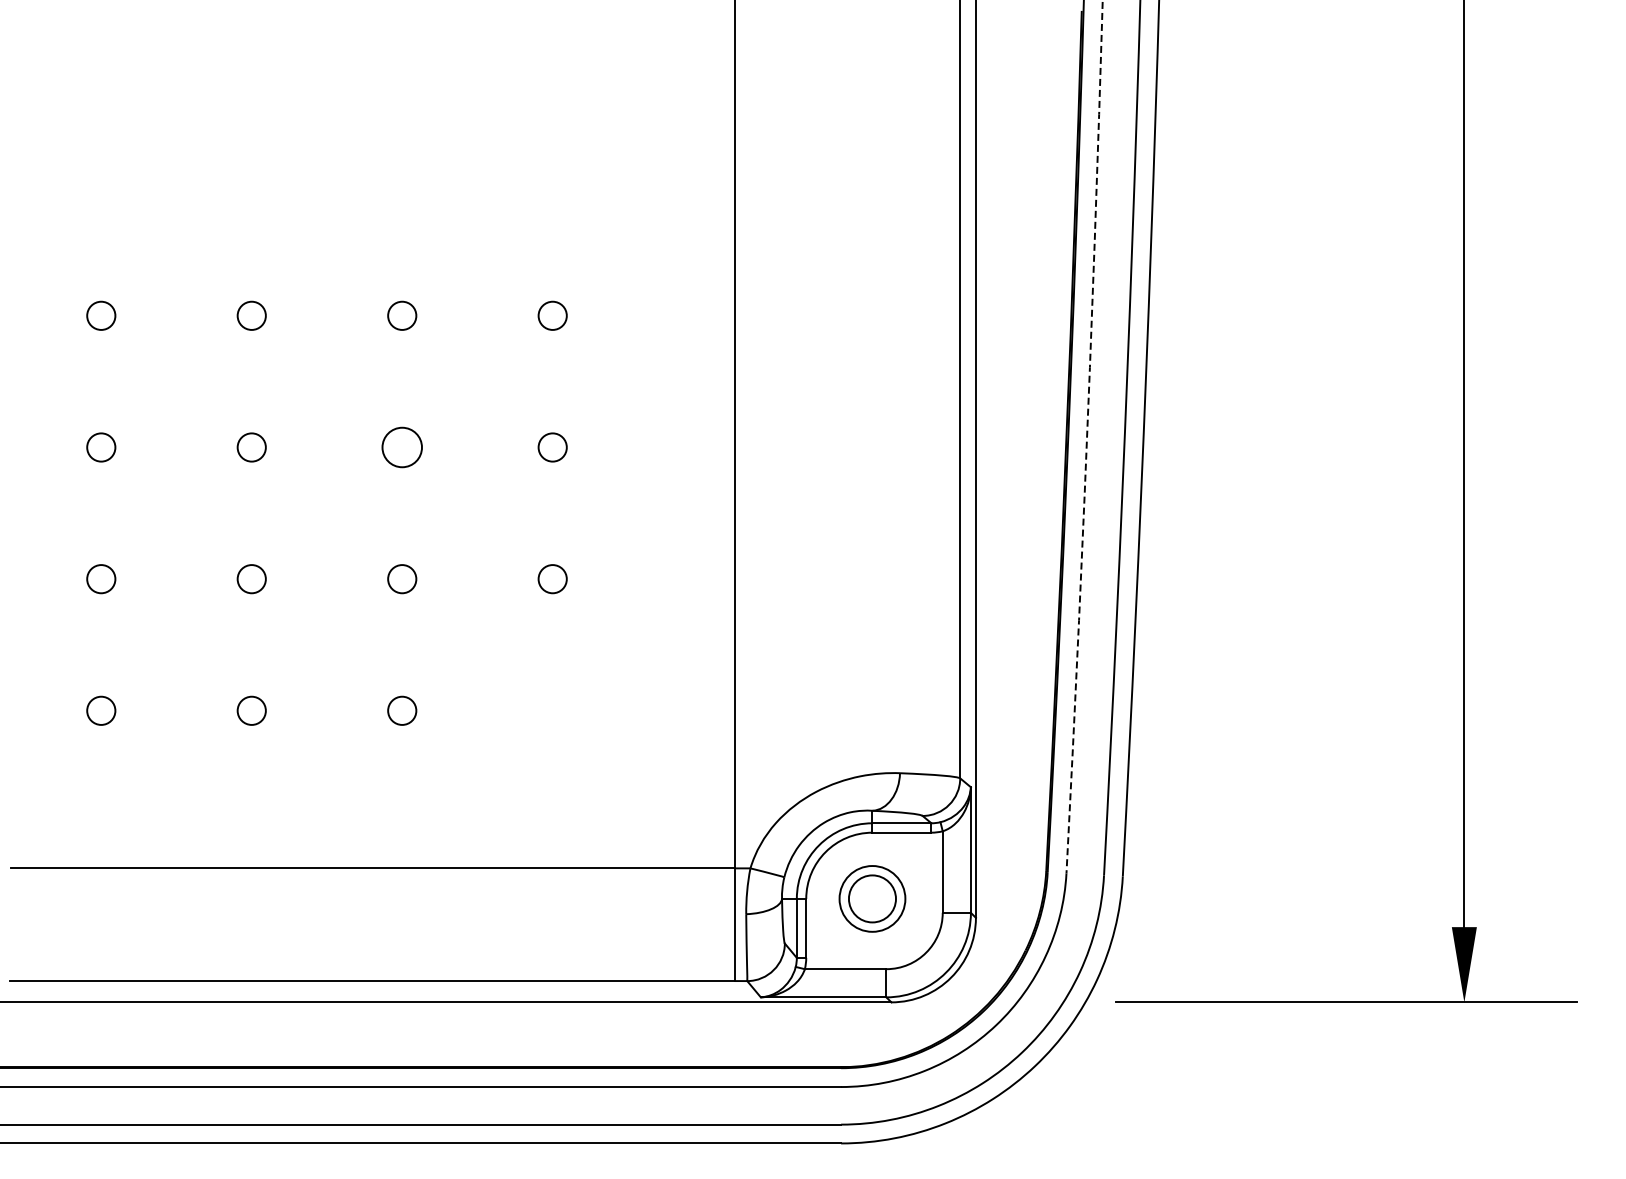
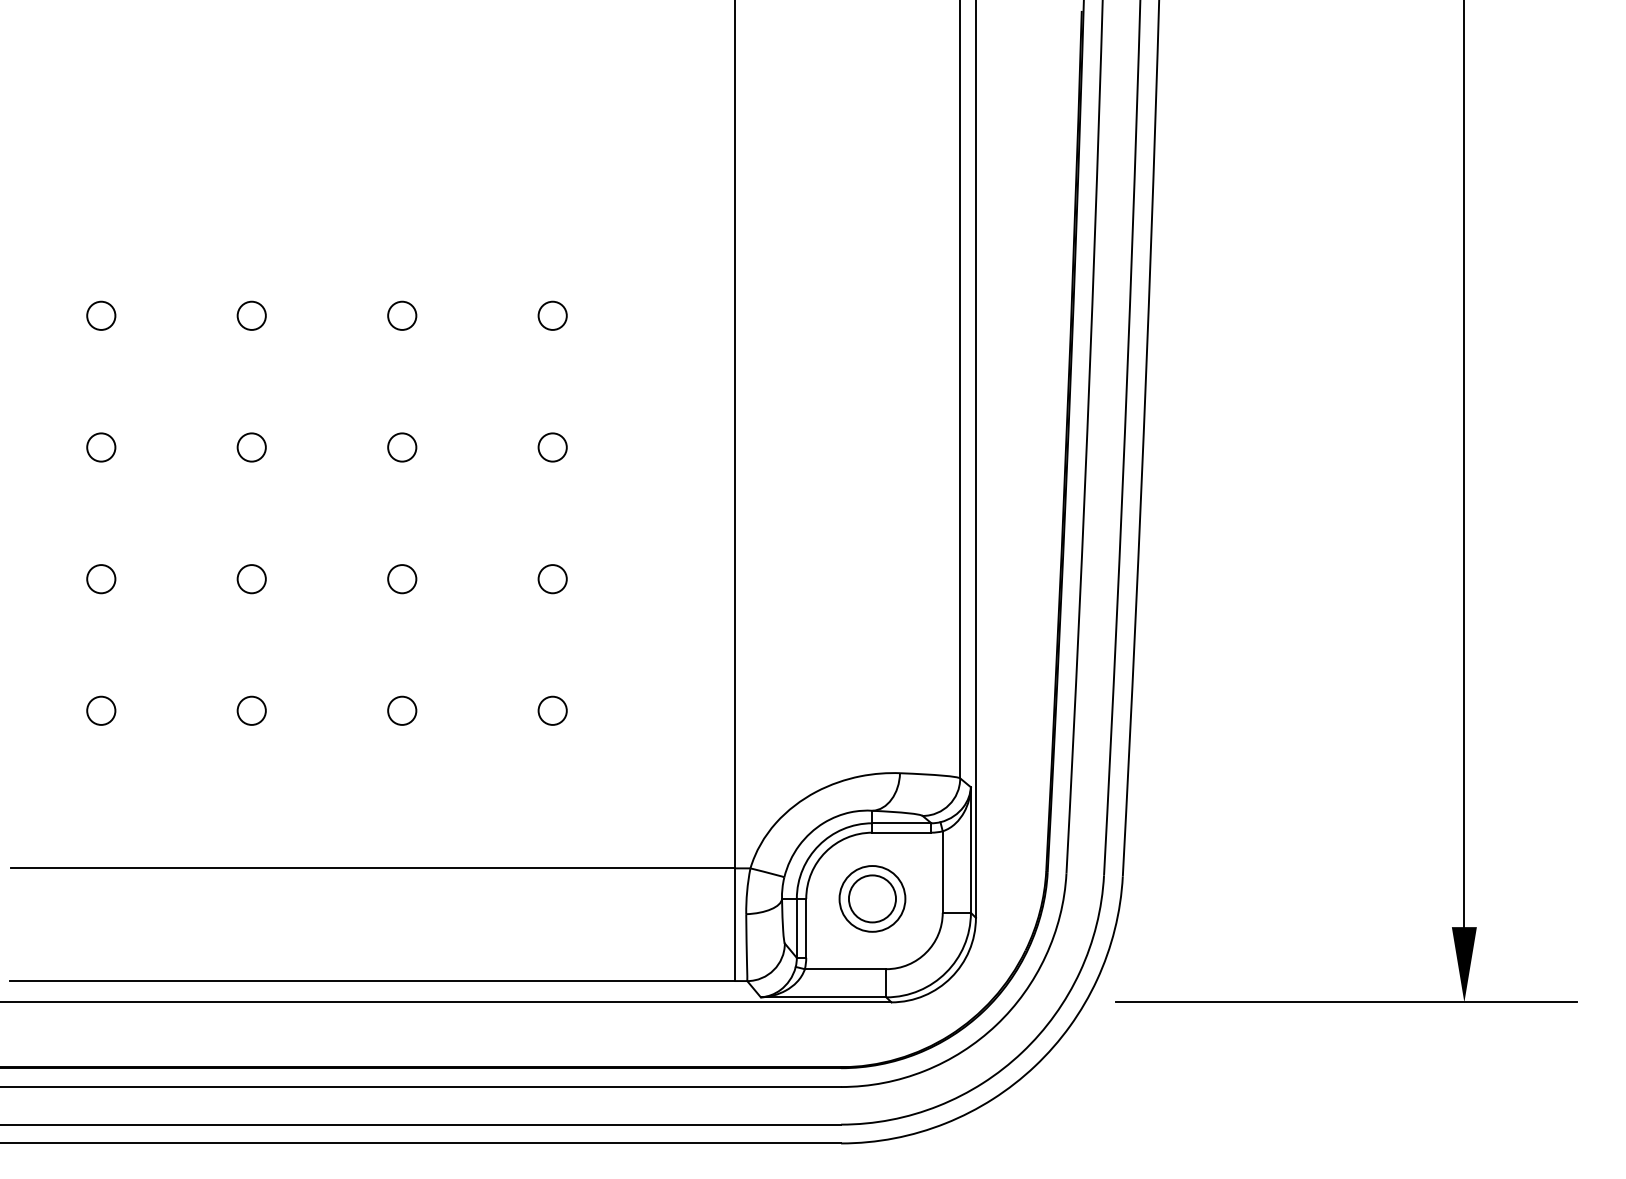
arc at (1087, 437): dashed -> solid
circle at (402, 447) diameter: 39 px -> 28 px
circle at (552, 710): none -> present
